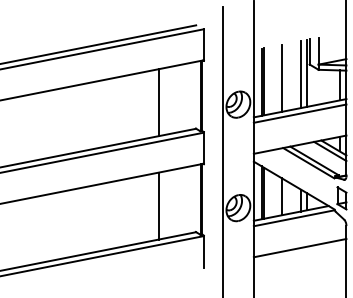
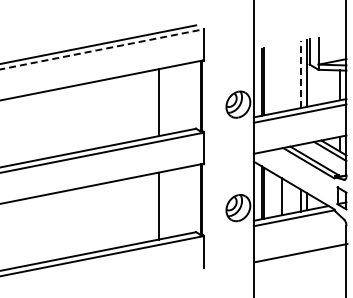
line at (101, 49): solid -> dashed
line at (300, 74): solid -> dashed
line at (282, 77): present -> none
line at (222, 150): present -> none
line at (299, 247) position: (299, 247) -> (300, 252)
